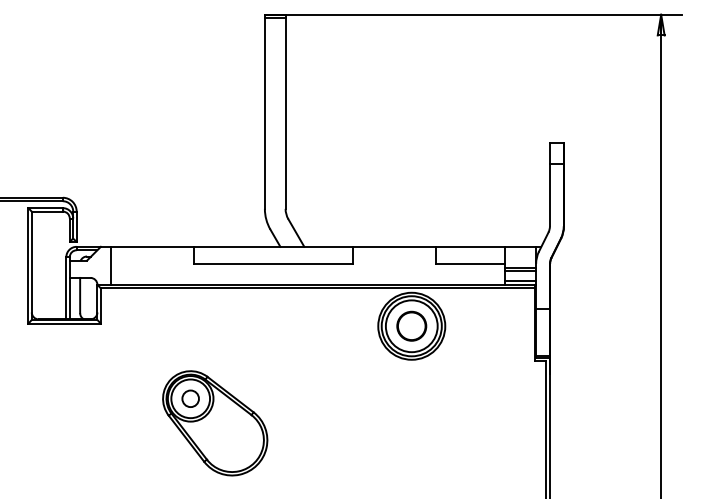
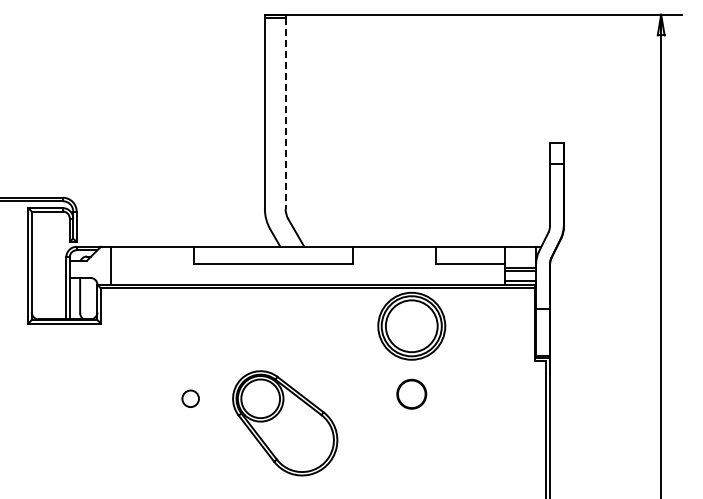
line at (285, 114): solid -> dashed
circle at (411, 325) position: (411, 325) -> (411, 393)
part at (215, 423) position: (215, 423) -> (285, 423)
